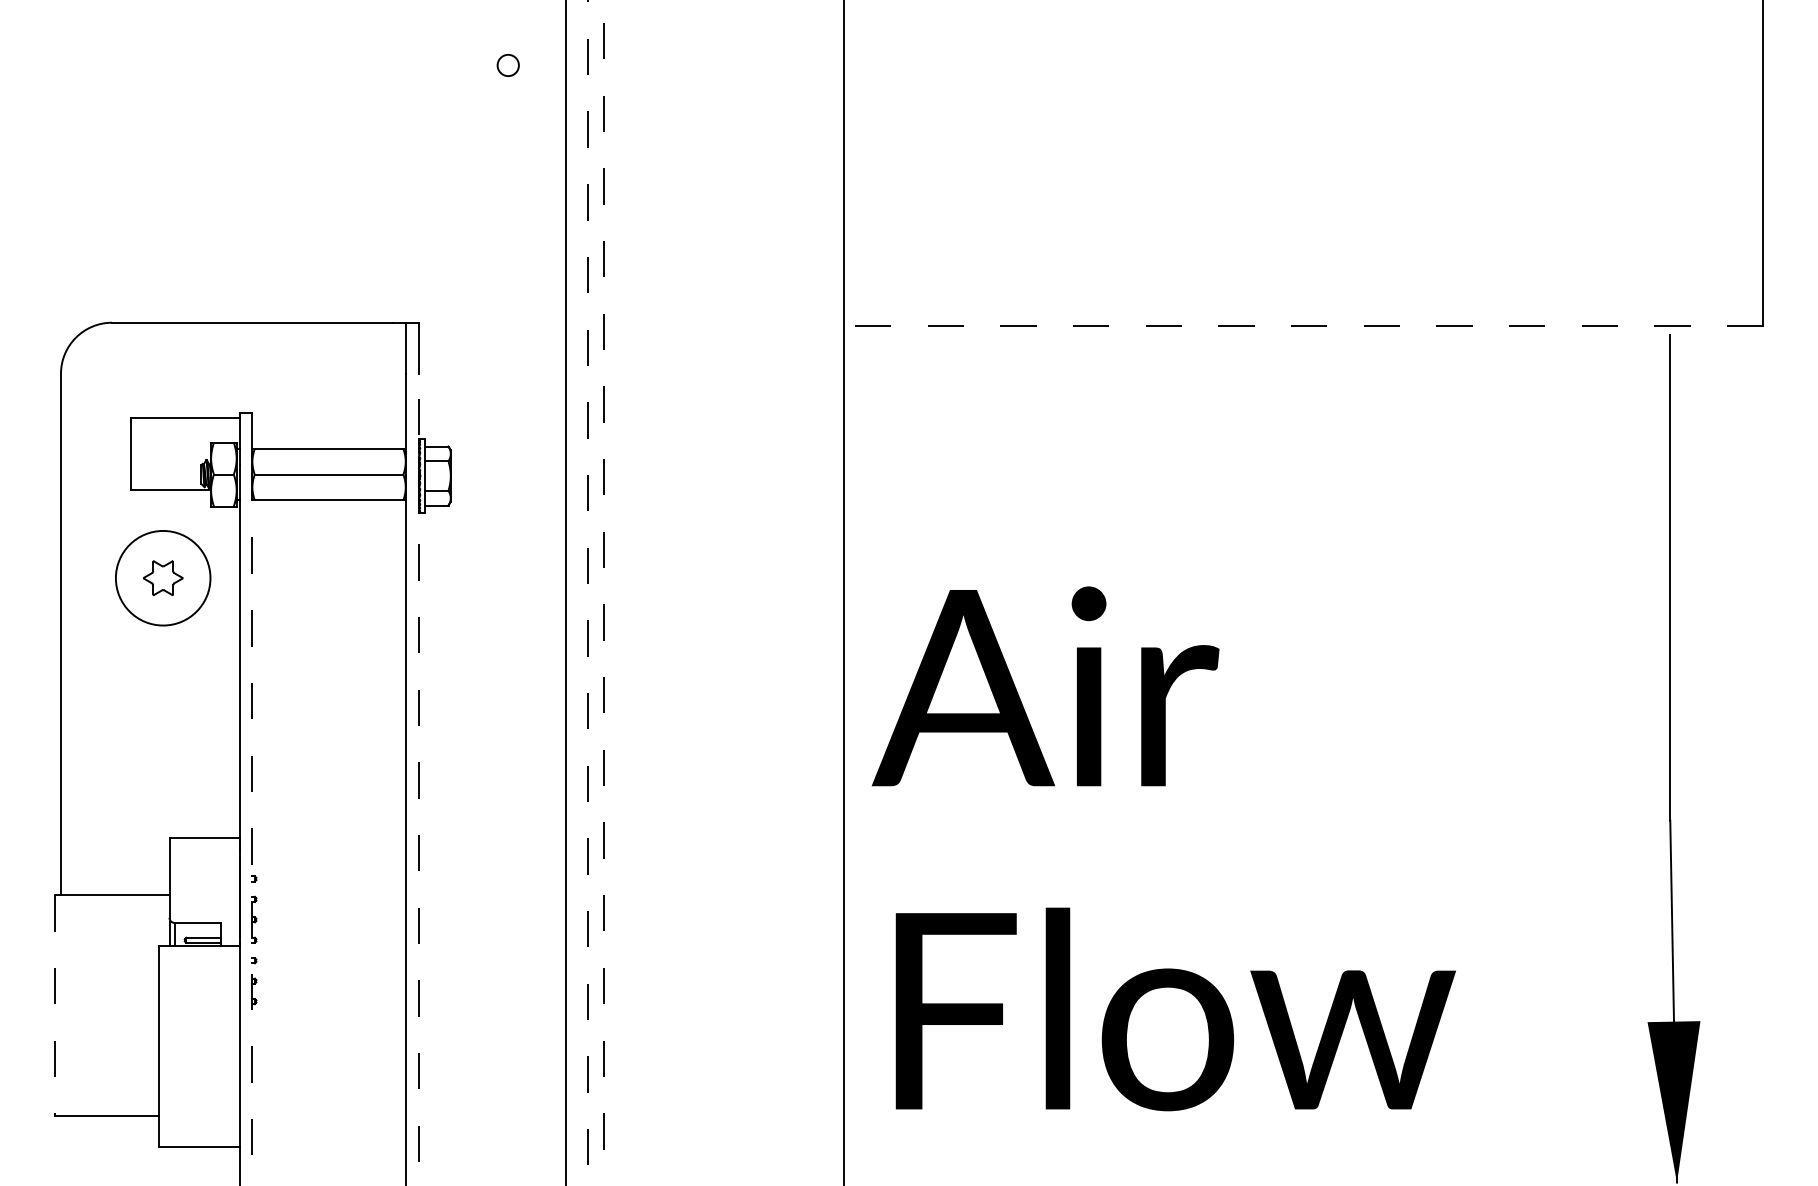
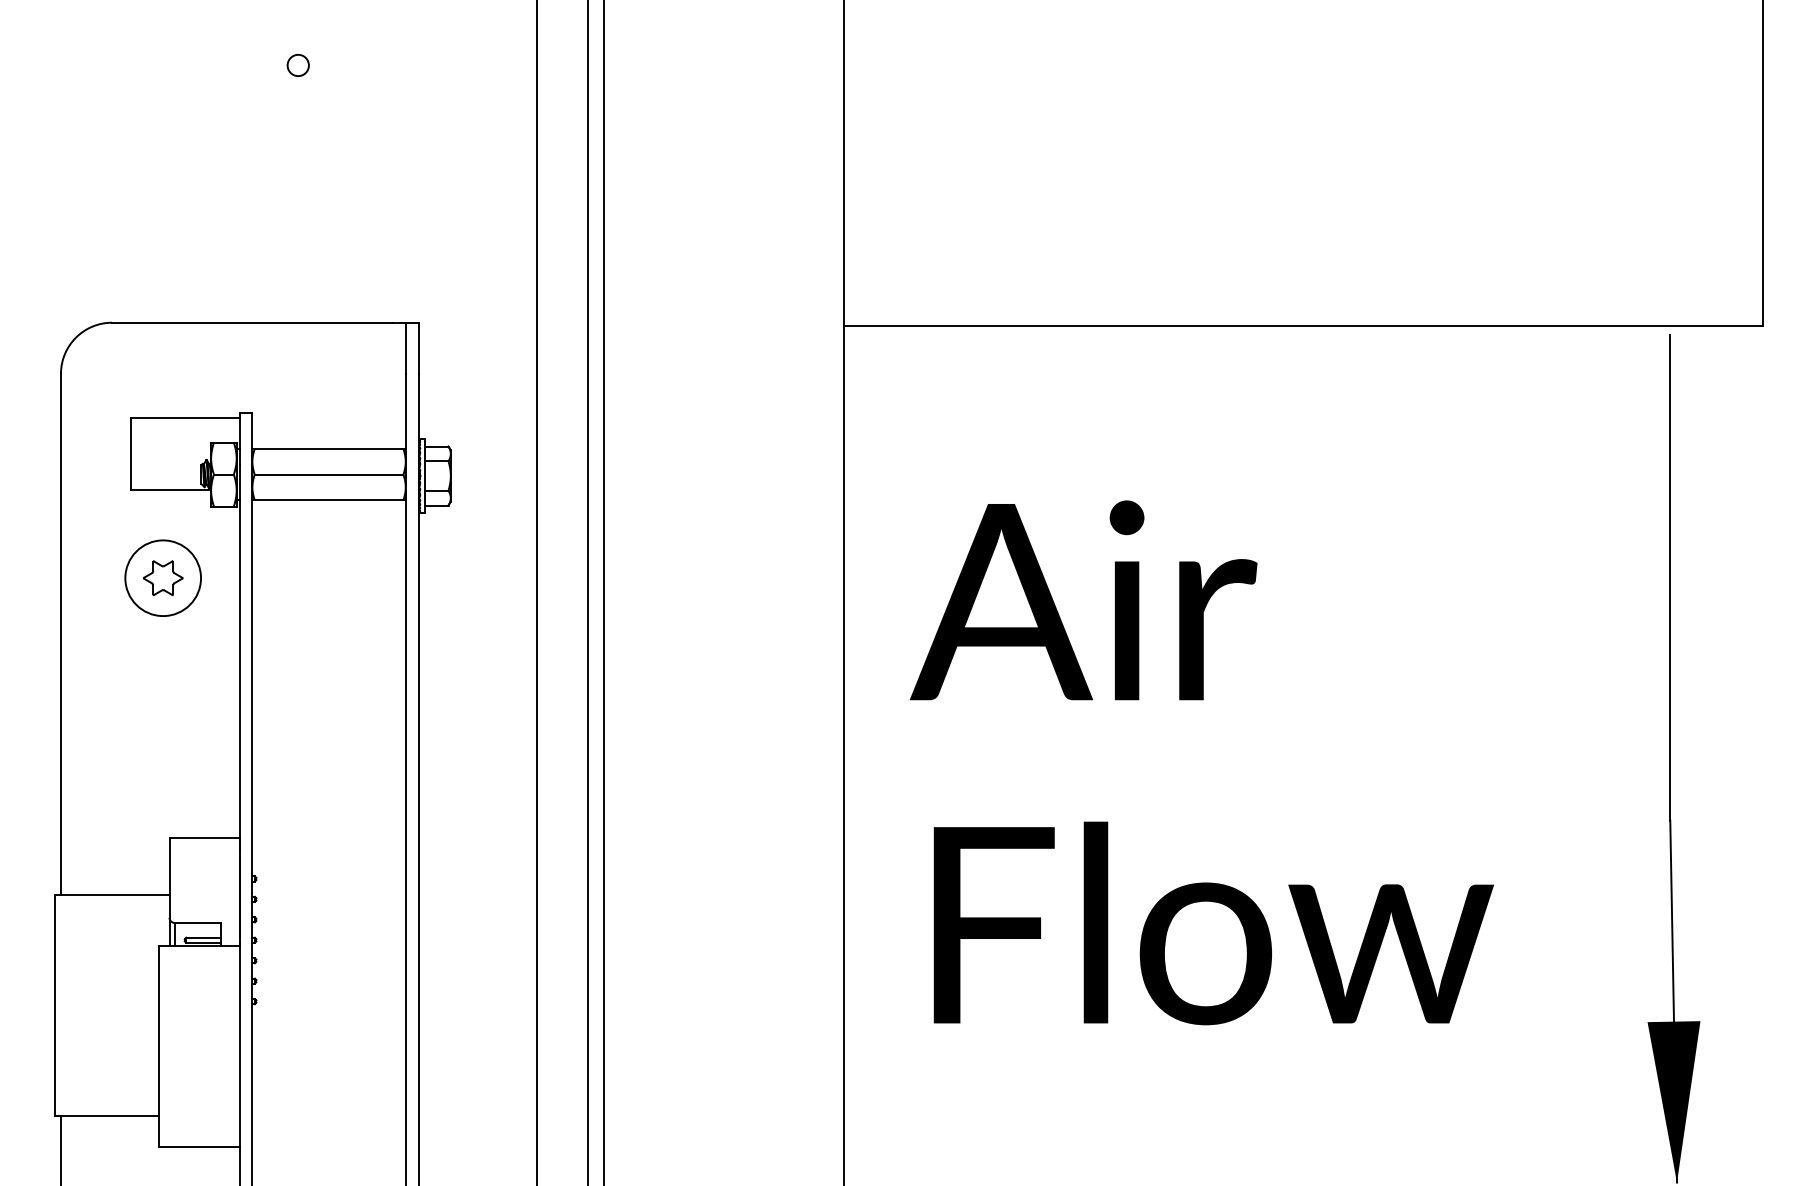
circle at (507, 65) position: (507, 65) -> (297, 65)
line at (1303, 326): dashed -> solid
circle at (162, 577) diameter: 95 px -> 76 px
line at (565, 592) position: (565, 592) -> (536, 592)
line at (603, 593): dashed -> solid
line at (588, 594): dashed -> solid
line at (418, 779): dashed -> solid
line at (252, 825): dashed -> solid
text at (1163, 848) position: (1163, 848) -> (1201, 762)
line at (54, 1006): dashed -> solid
line at (60, 1148): none -> present
